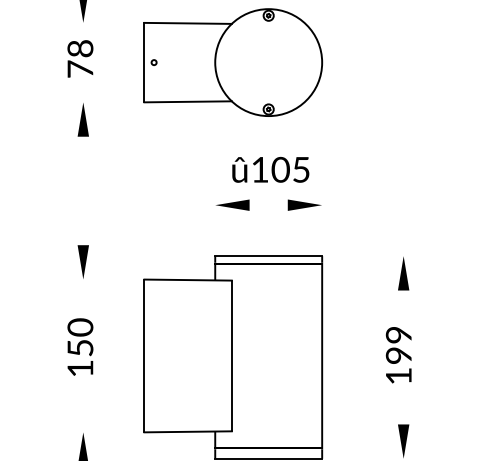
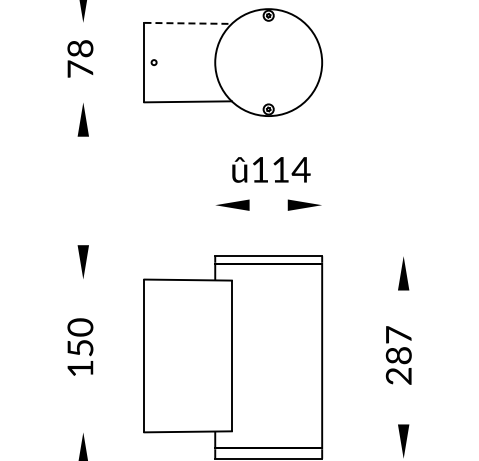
line at (188, 23): solid -> dashed
text at (290, 169): 105 -> 114
text at (398, 355): 199 -> 287
